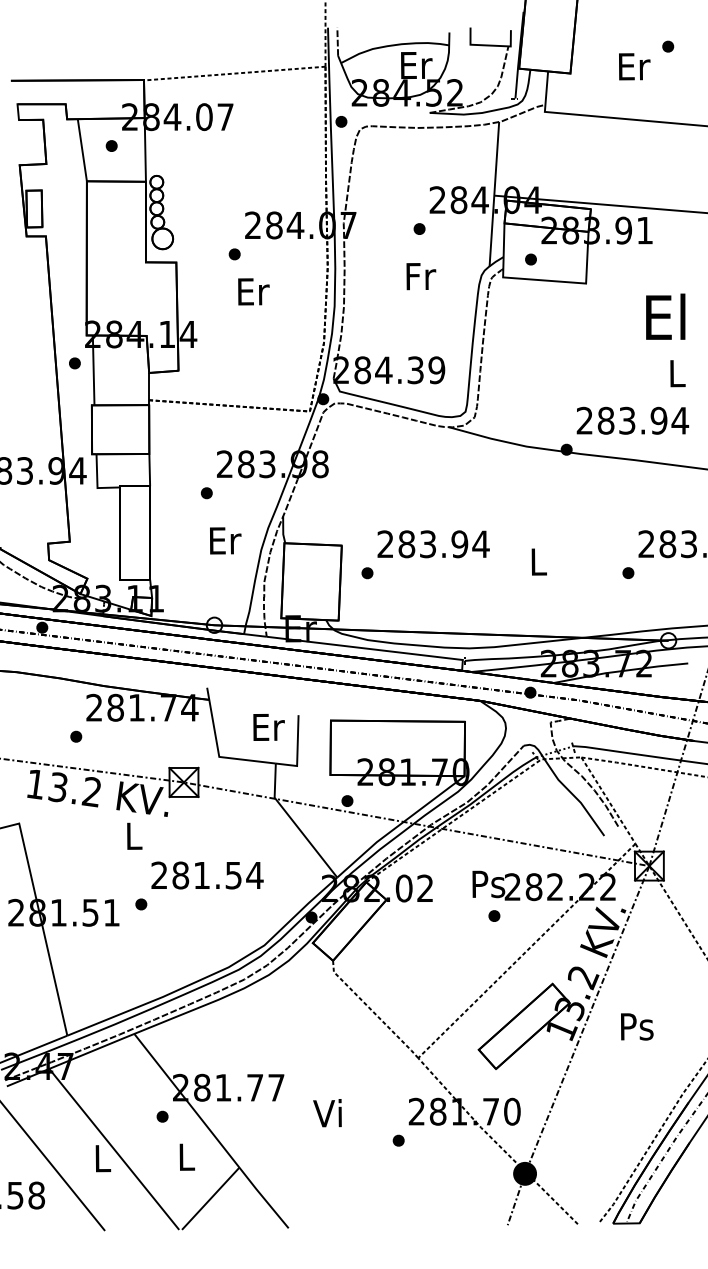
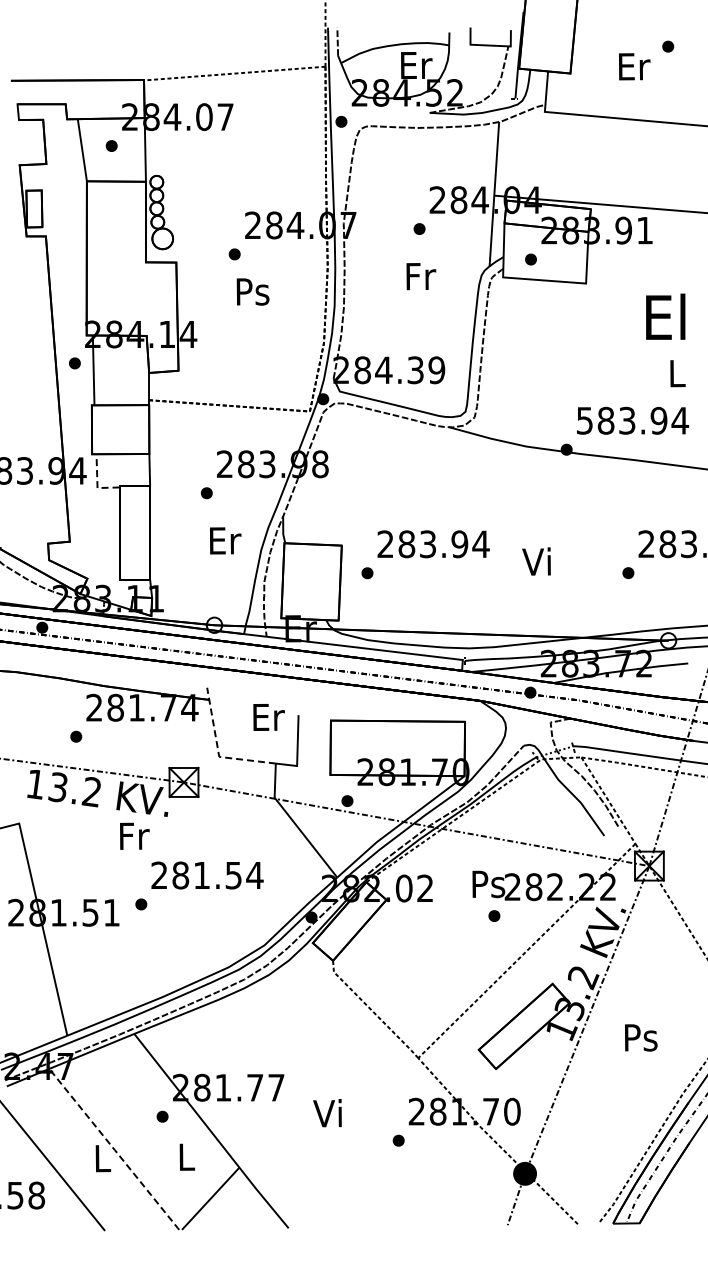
text at (252, 291): Er -> Ps
text at (584, 420): 283.94 -> 583.94
line at (97, 483): solid -> dashed
text at (536, 561): L -> Vi
text at (268, 727) position: (268, 727) -> (268, 717)
line at (218, 750): solid -> dashed
text at (134, 835): L -> Fr
text at (637, 1026) position: (637, 1026) -> (641, 1037)
line at (114, 1150): solid -> dashed
